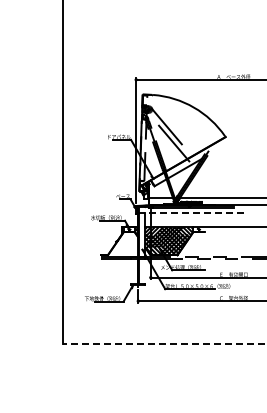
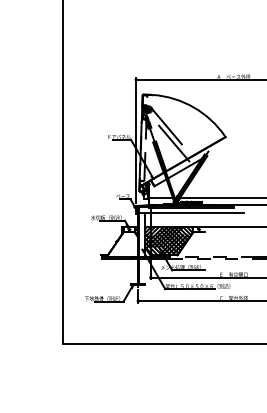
line at (191, 213): dashed -> solid
line at (164, 344): dashed -> solid
